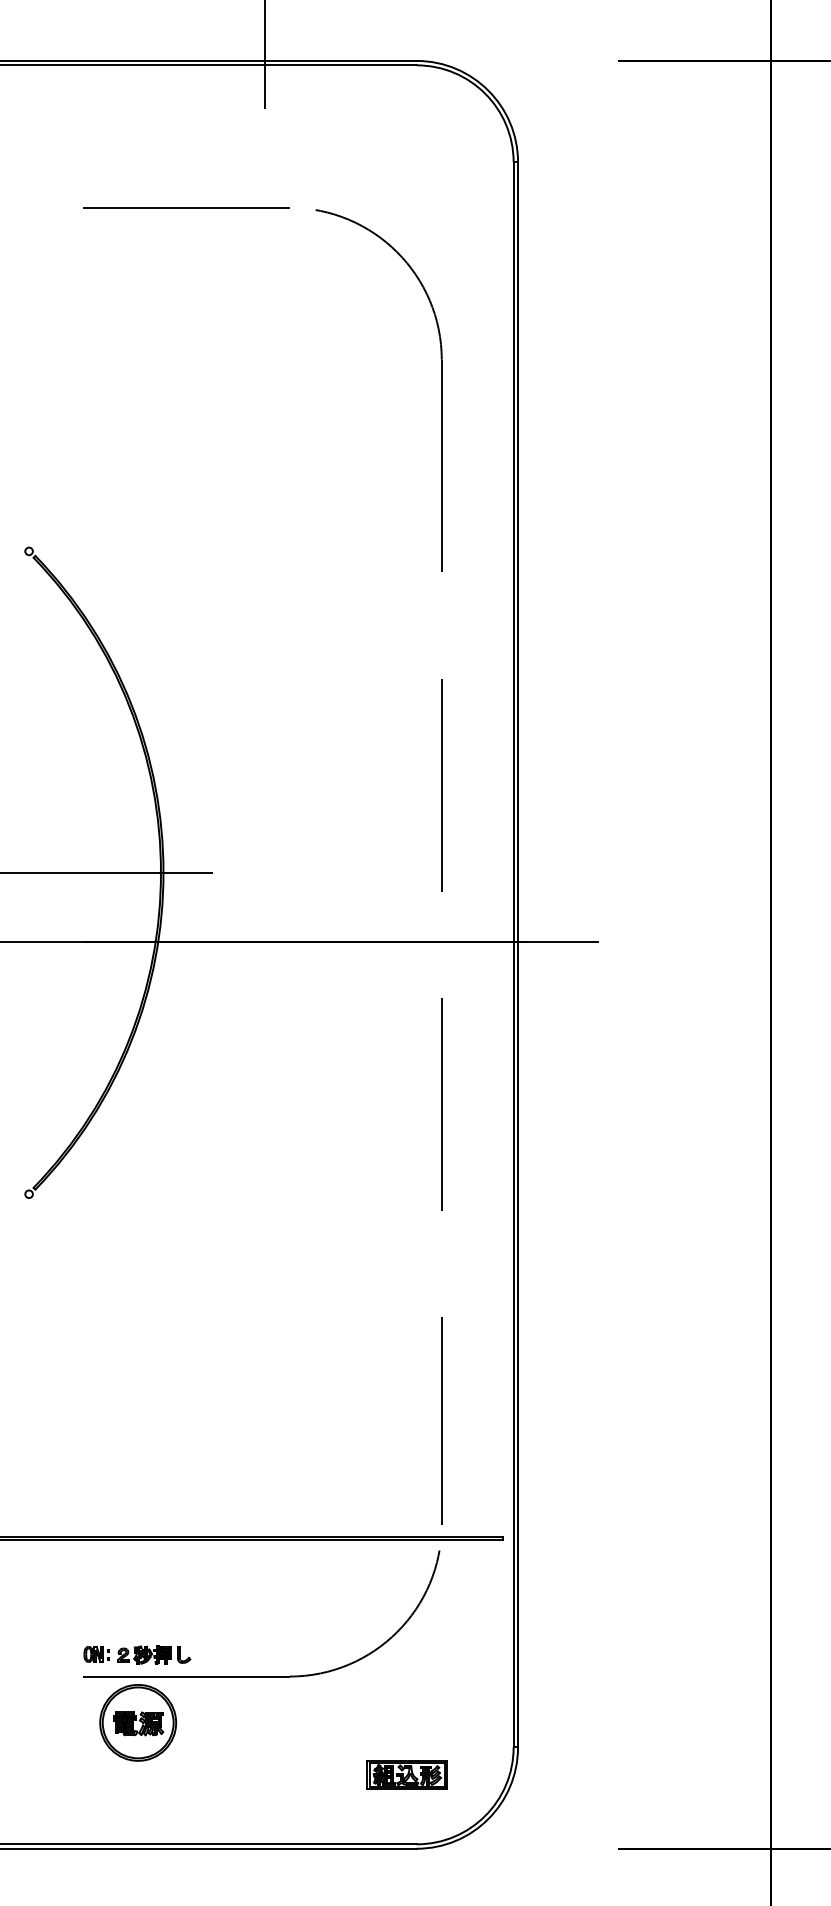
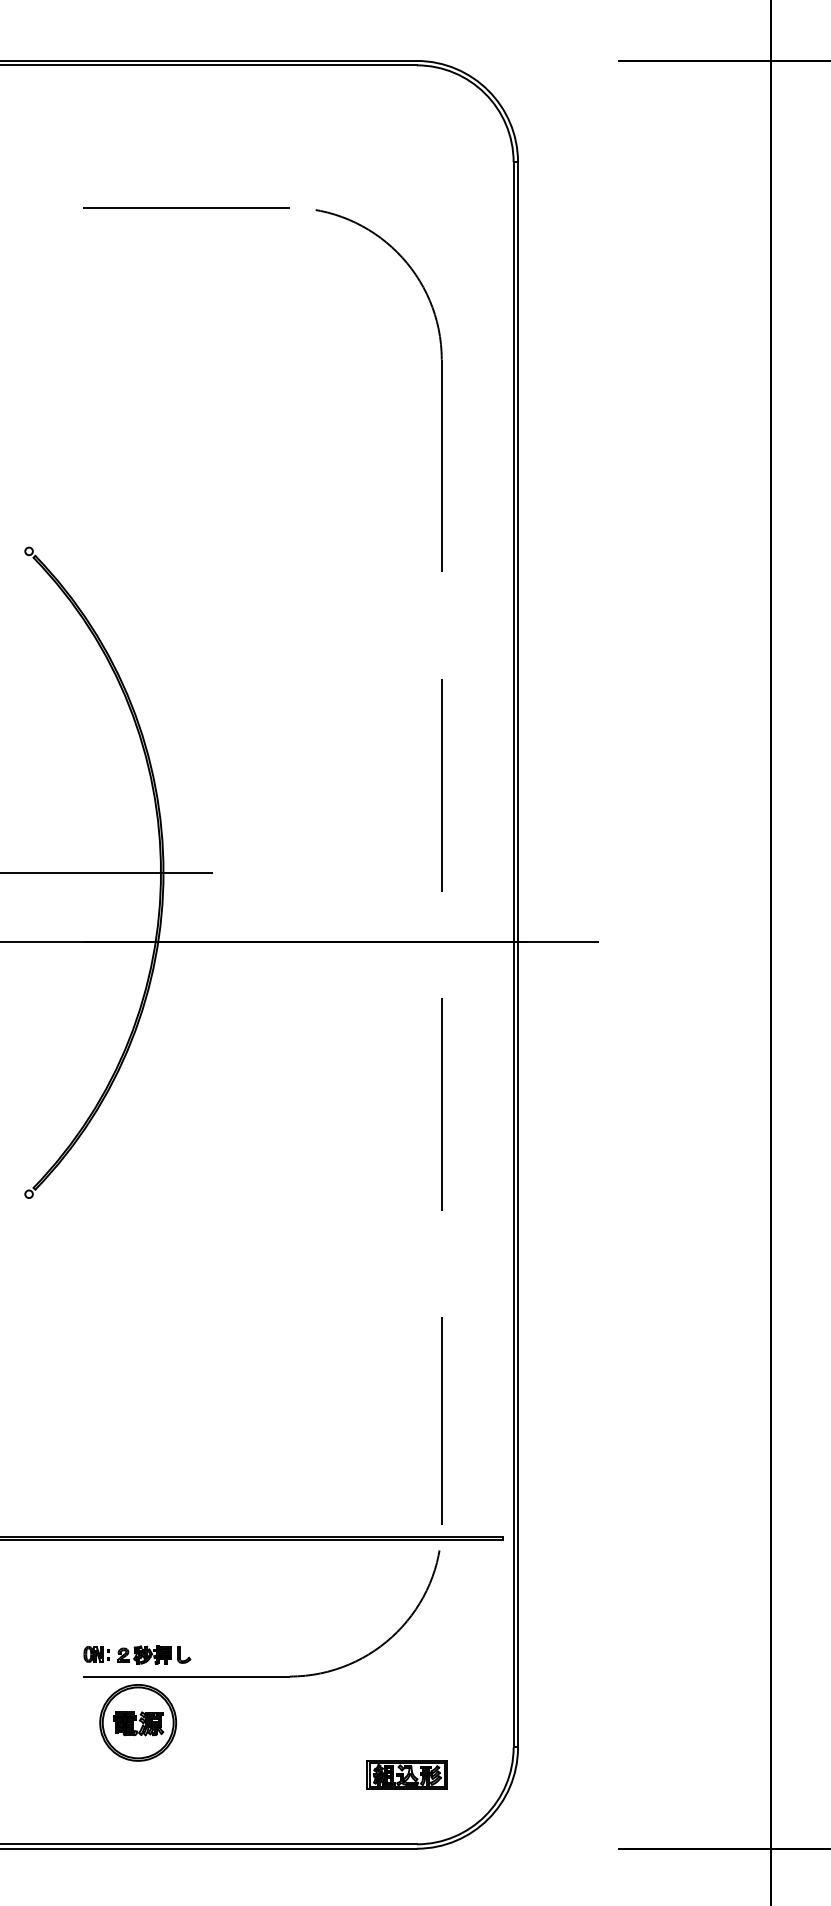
line at (264, 55): present -> none
